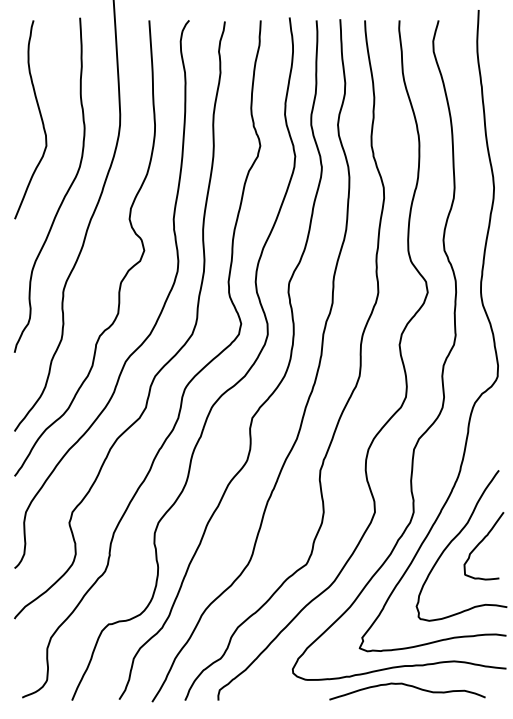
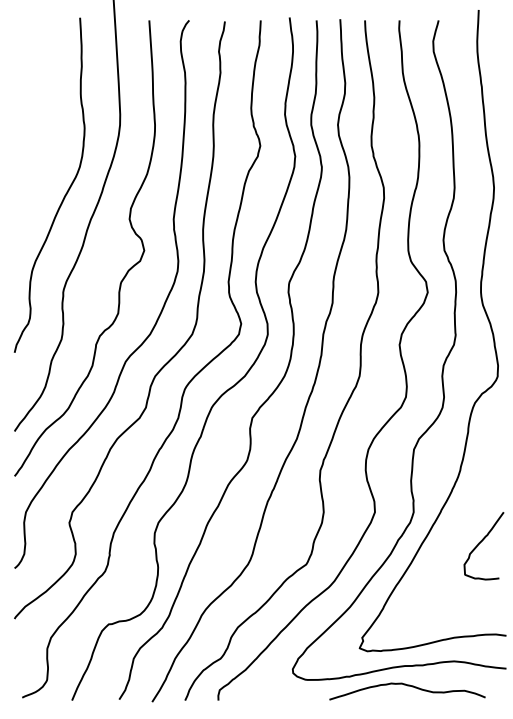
curve at (40, 118): present -> none
curve at (455, 538): present -> none
